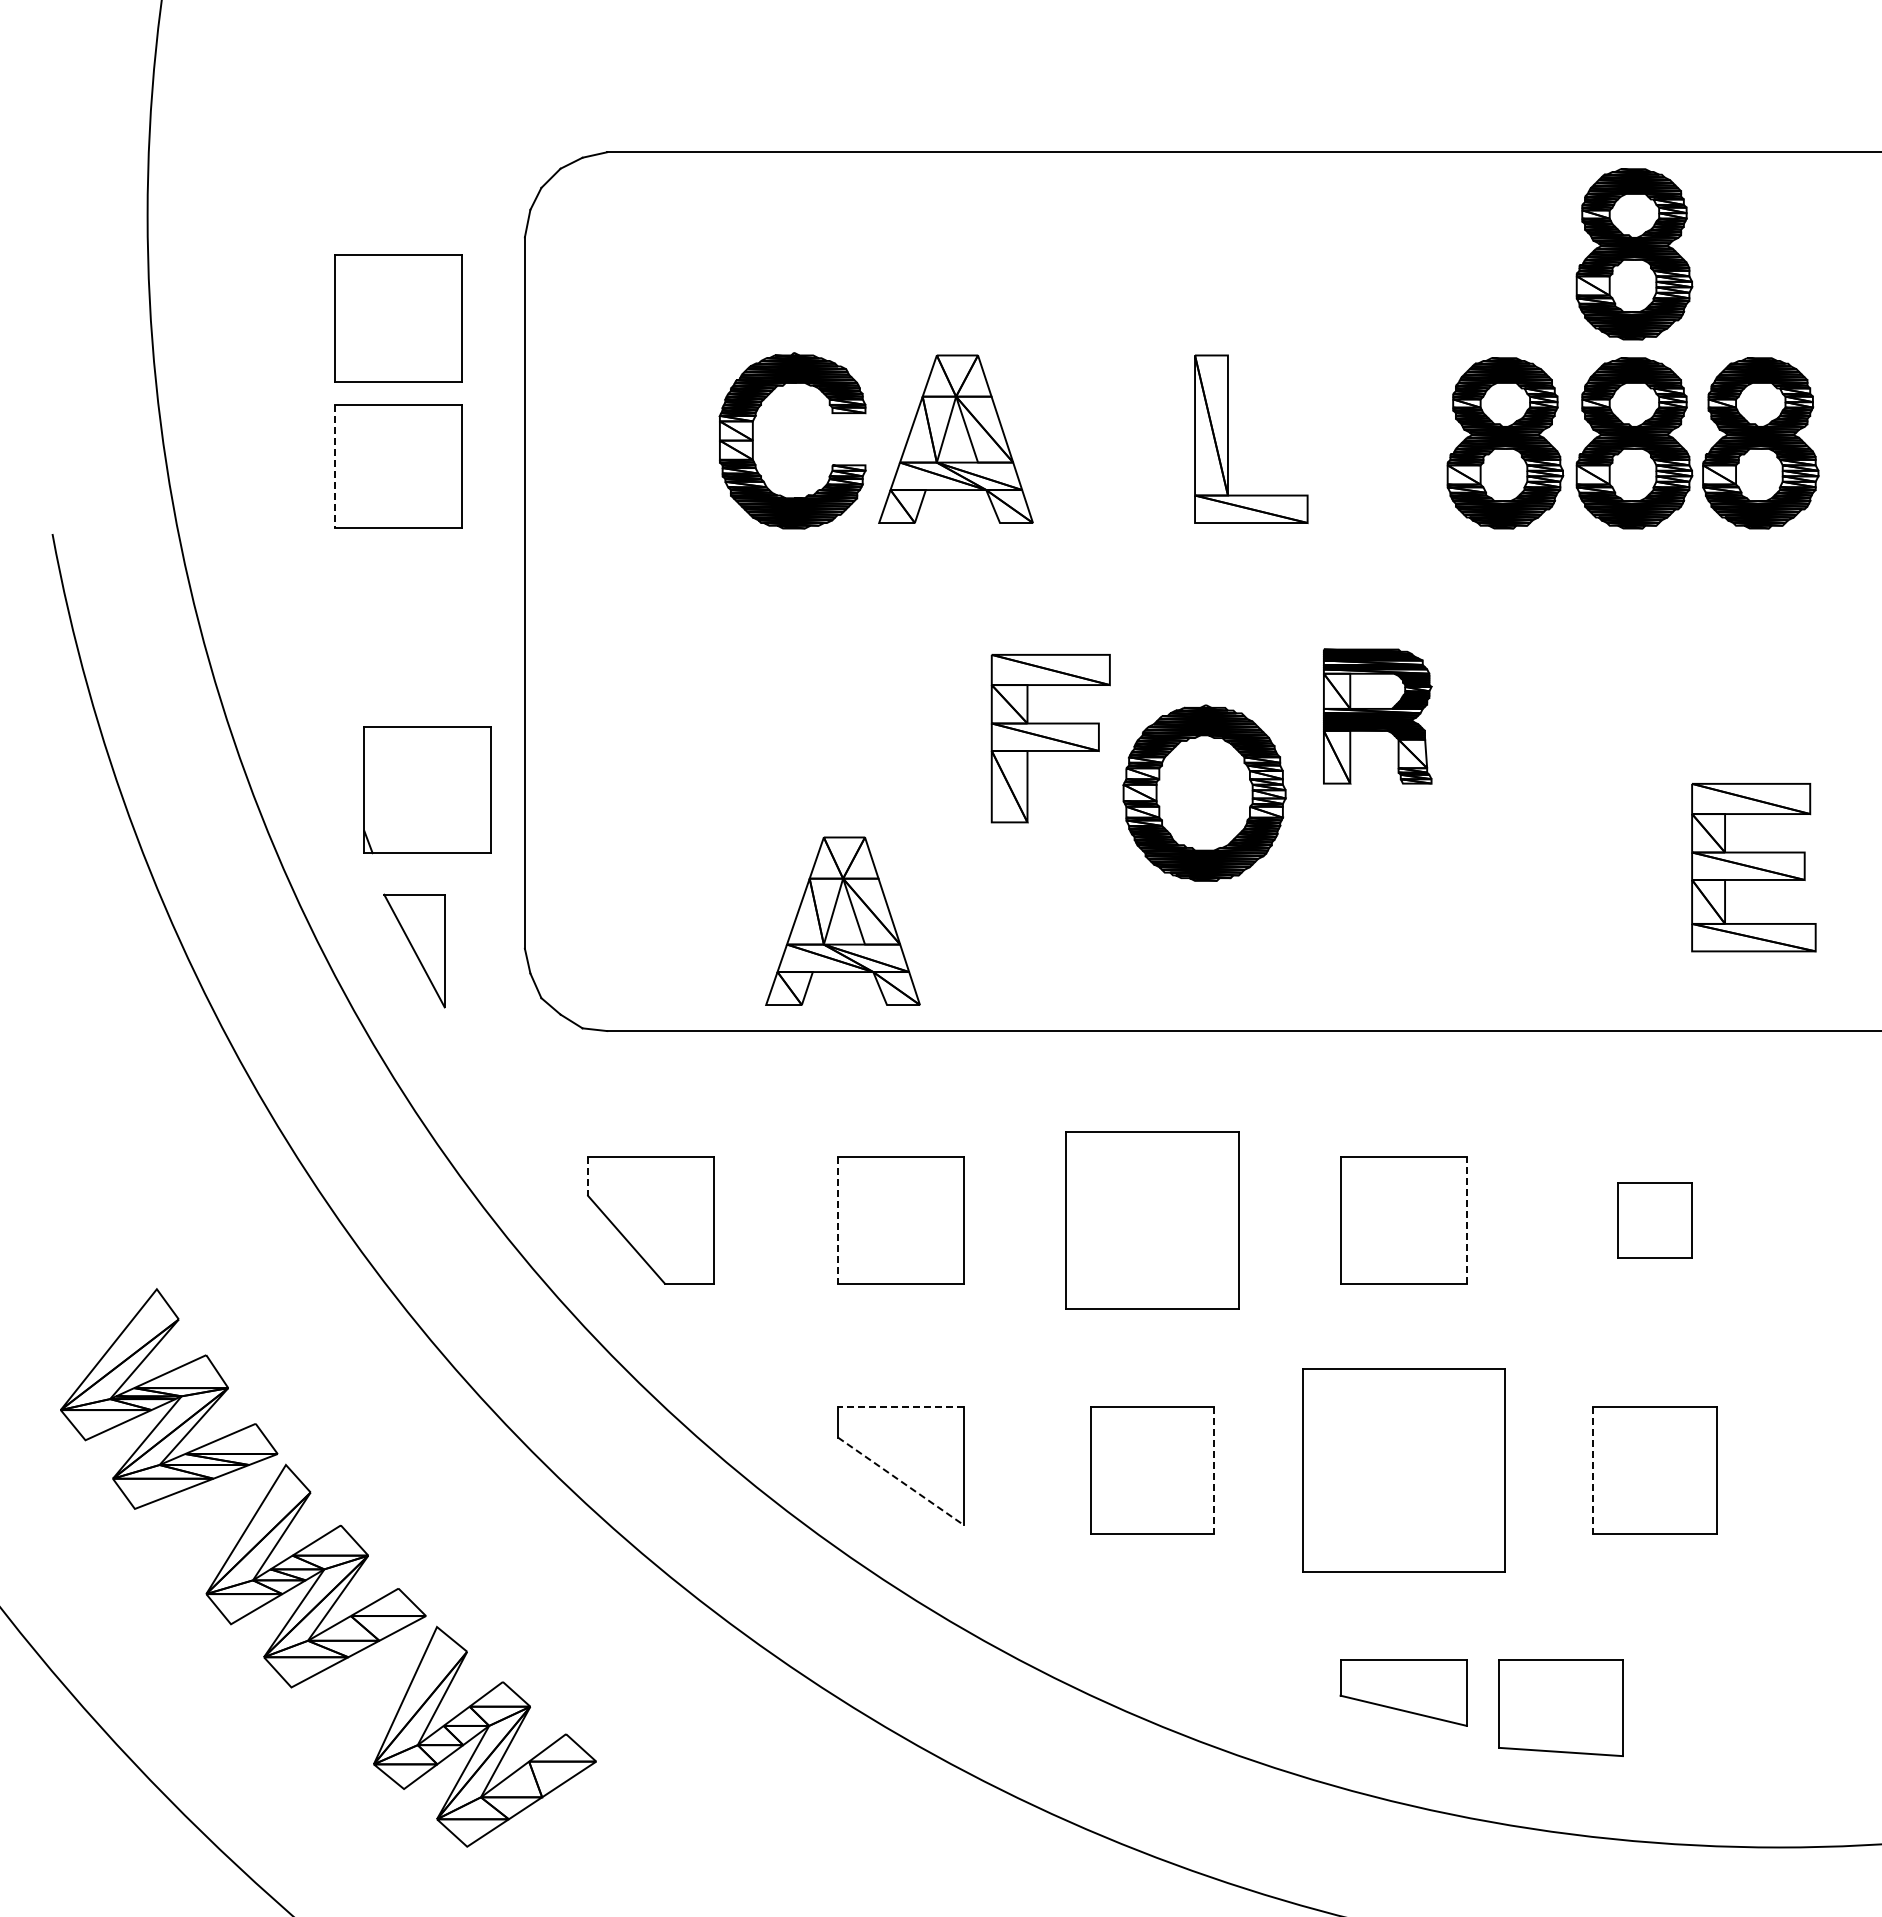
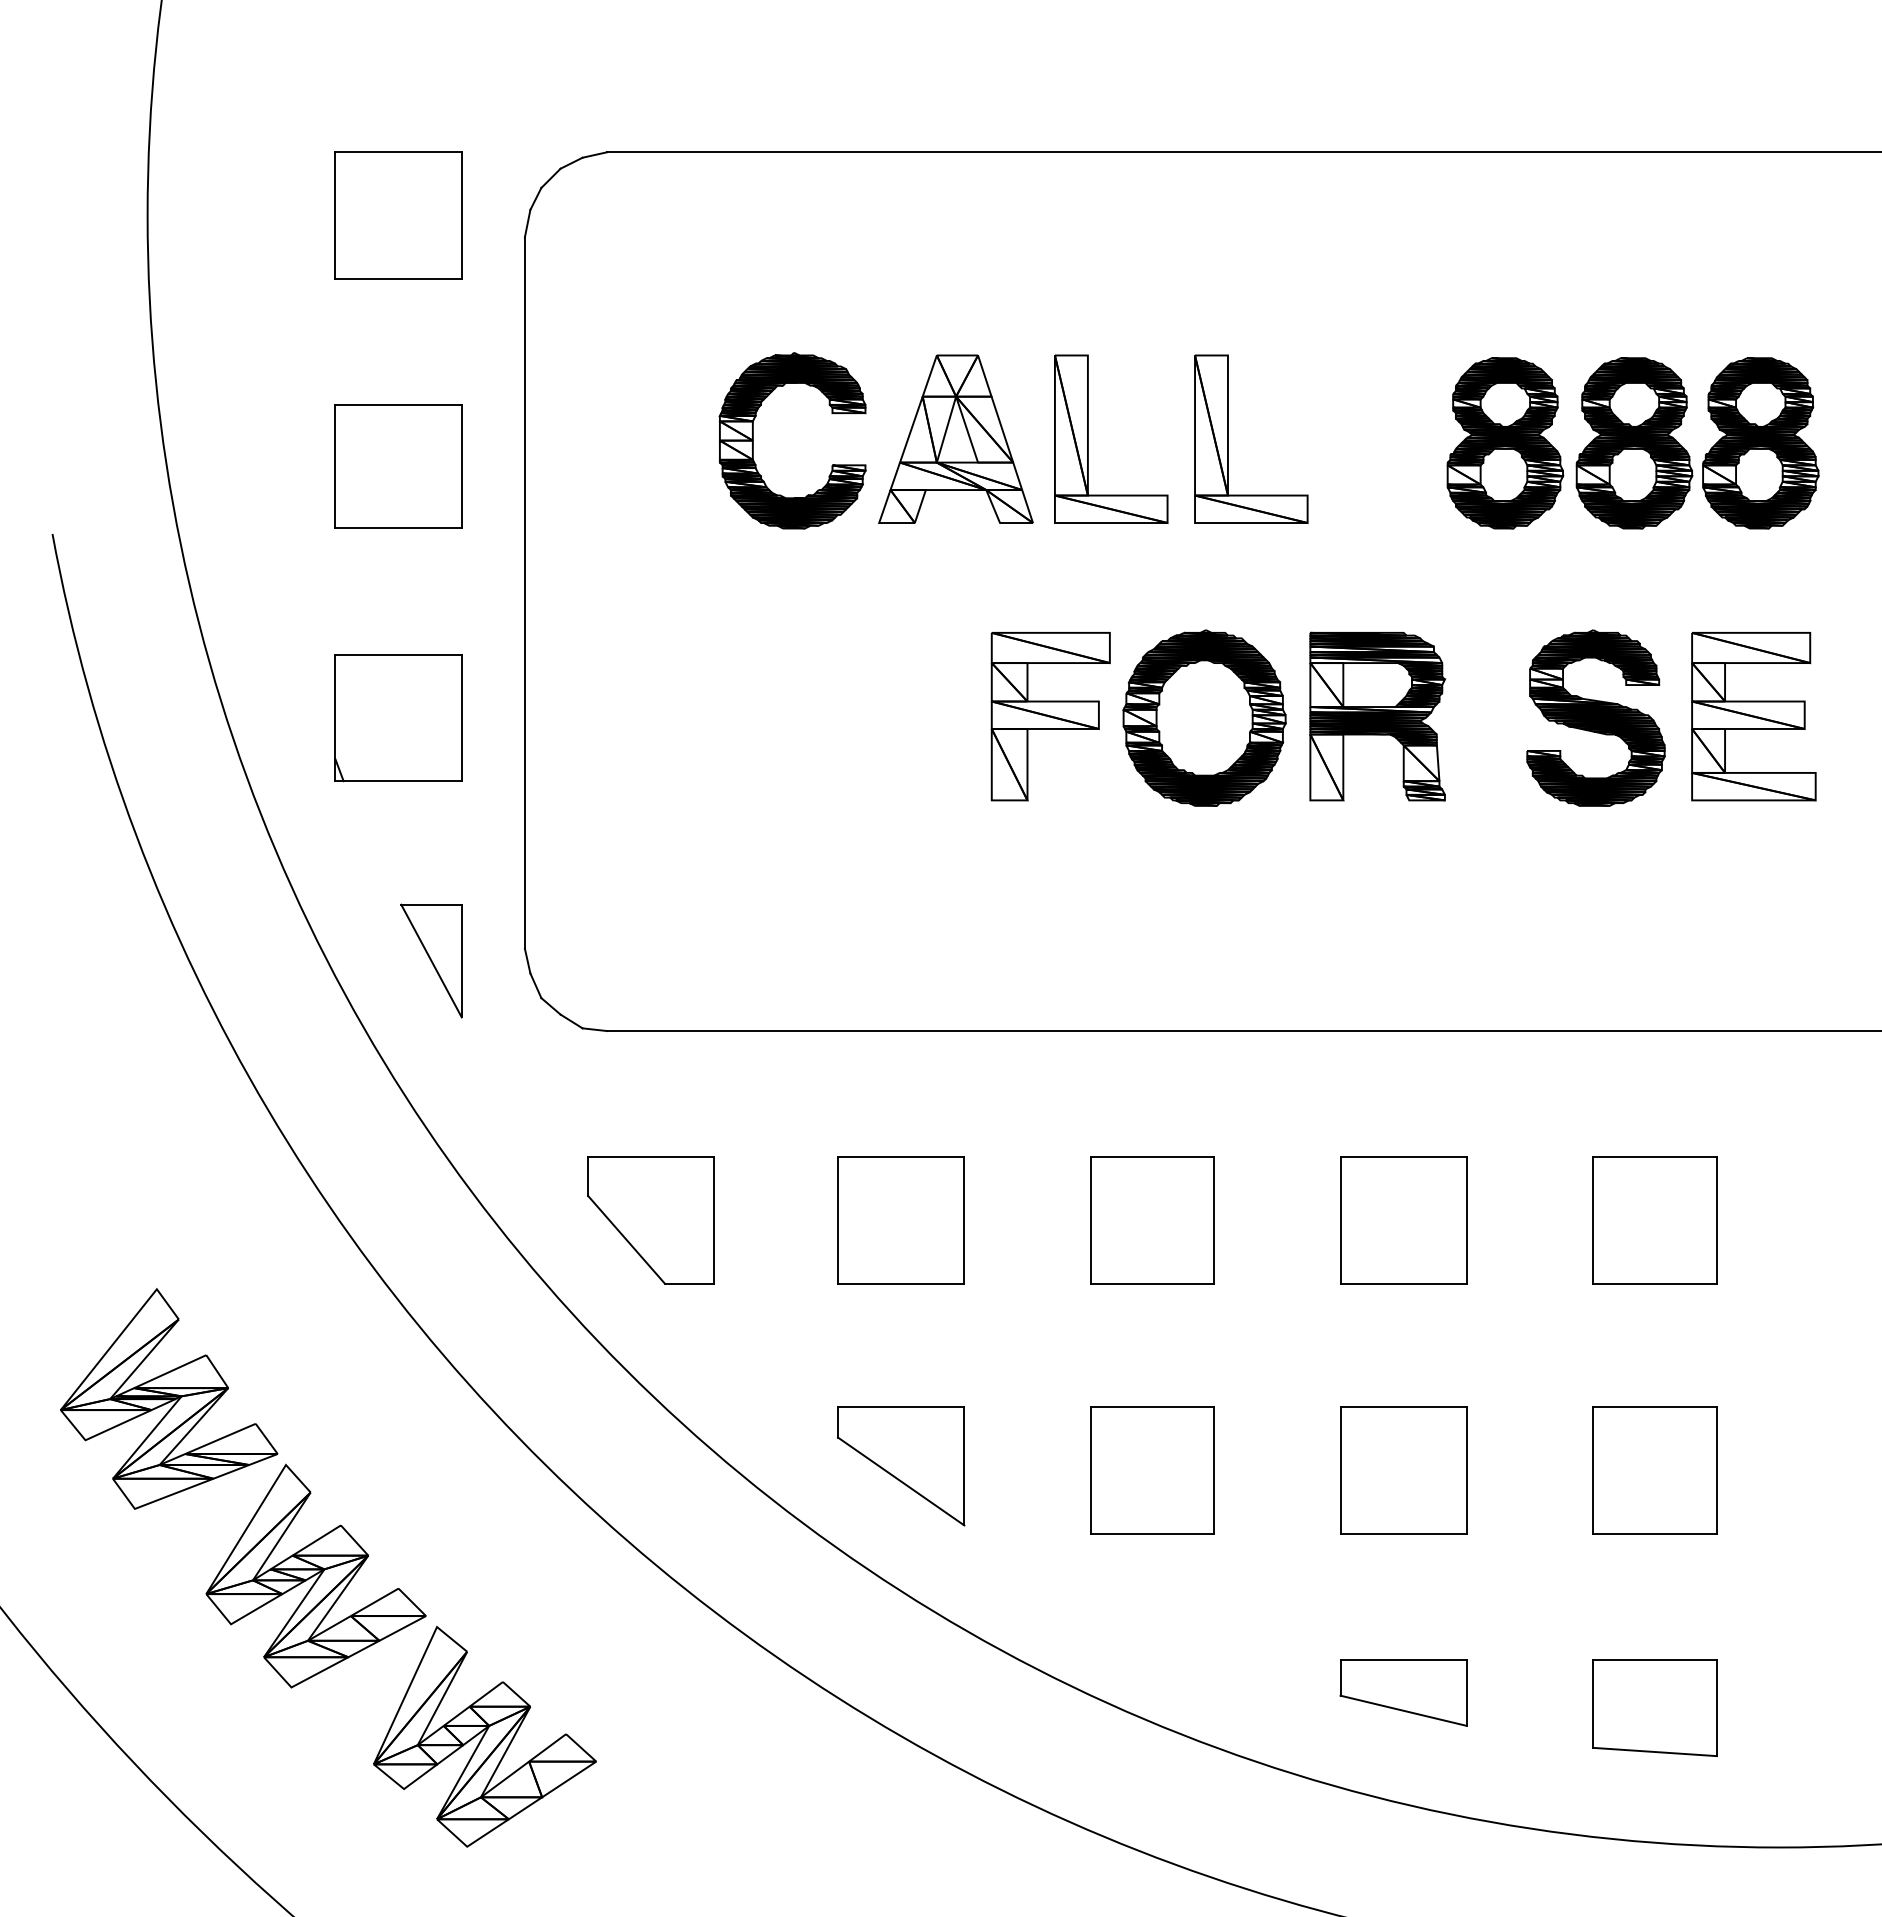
part at (1634, 254): present -> none
part at (398, 318) position: (398, 318) -> (398, 215)
part at (1088, 438): none -> present
line at (335, 466): dashed -> solid
part at (1377, 716) size: 110x137 px -> 138x171 px
part at (1595, 717): none -> present
part at (1050, 738) position: (1050, 738) -> (1050, 716)
part at (427, 790) position: (427, 790) -> (398, 718)
part at (1204, 792) position: (1204, 792) -> (1204, 717)
part at (1753, 867) position: (1753, 867) -> (1753, 716)
part at (842, 920): present -> none
part at (414, 950) position: (414, 950) -> (431, 960)
line at (588, 1177): dashed -> solid
part at (1152, 1220) size: 175x179 px -> 125x129 px
line at (1466, 1220): dashed -> solid
part at (1654, 1220) size: 76x77 px -> 126x129 px
line at (837, 1221): dashed -> solid
line at (900, 1407): dashed -> solid
part at (1403, 1470) size: 204x205 px -> 128x129 px
line at (1214, 1471): dashed -> solid
line at (1593, 1471): dashed -> solid
line at (901, 1481): dashed -> solid
part at (1560, 1707) position: (1560, 1707) -> (1654, 1707)
